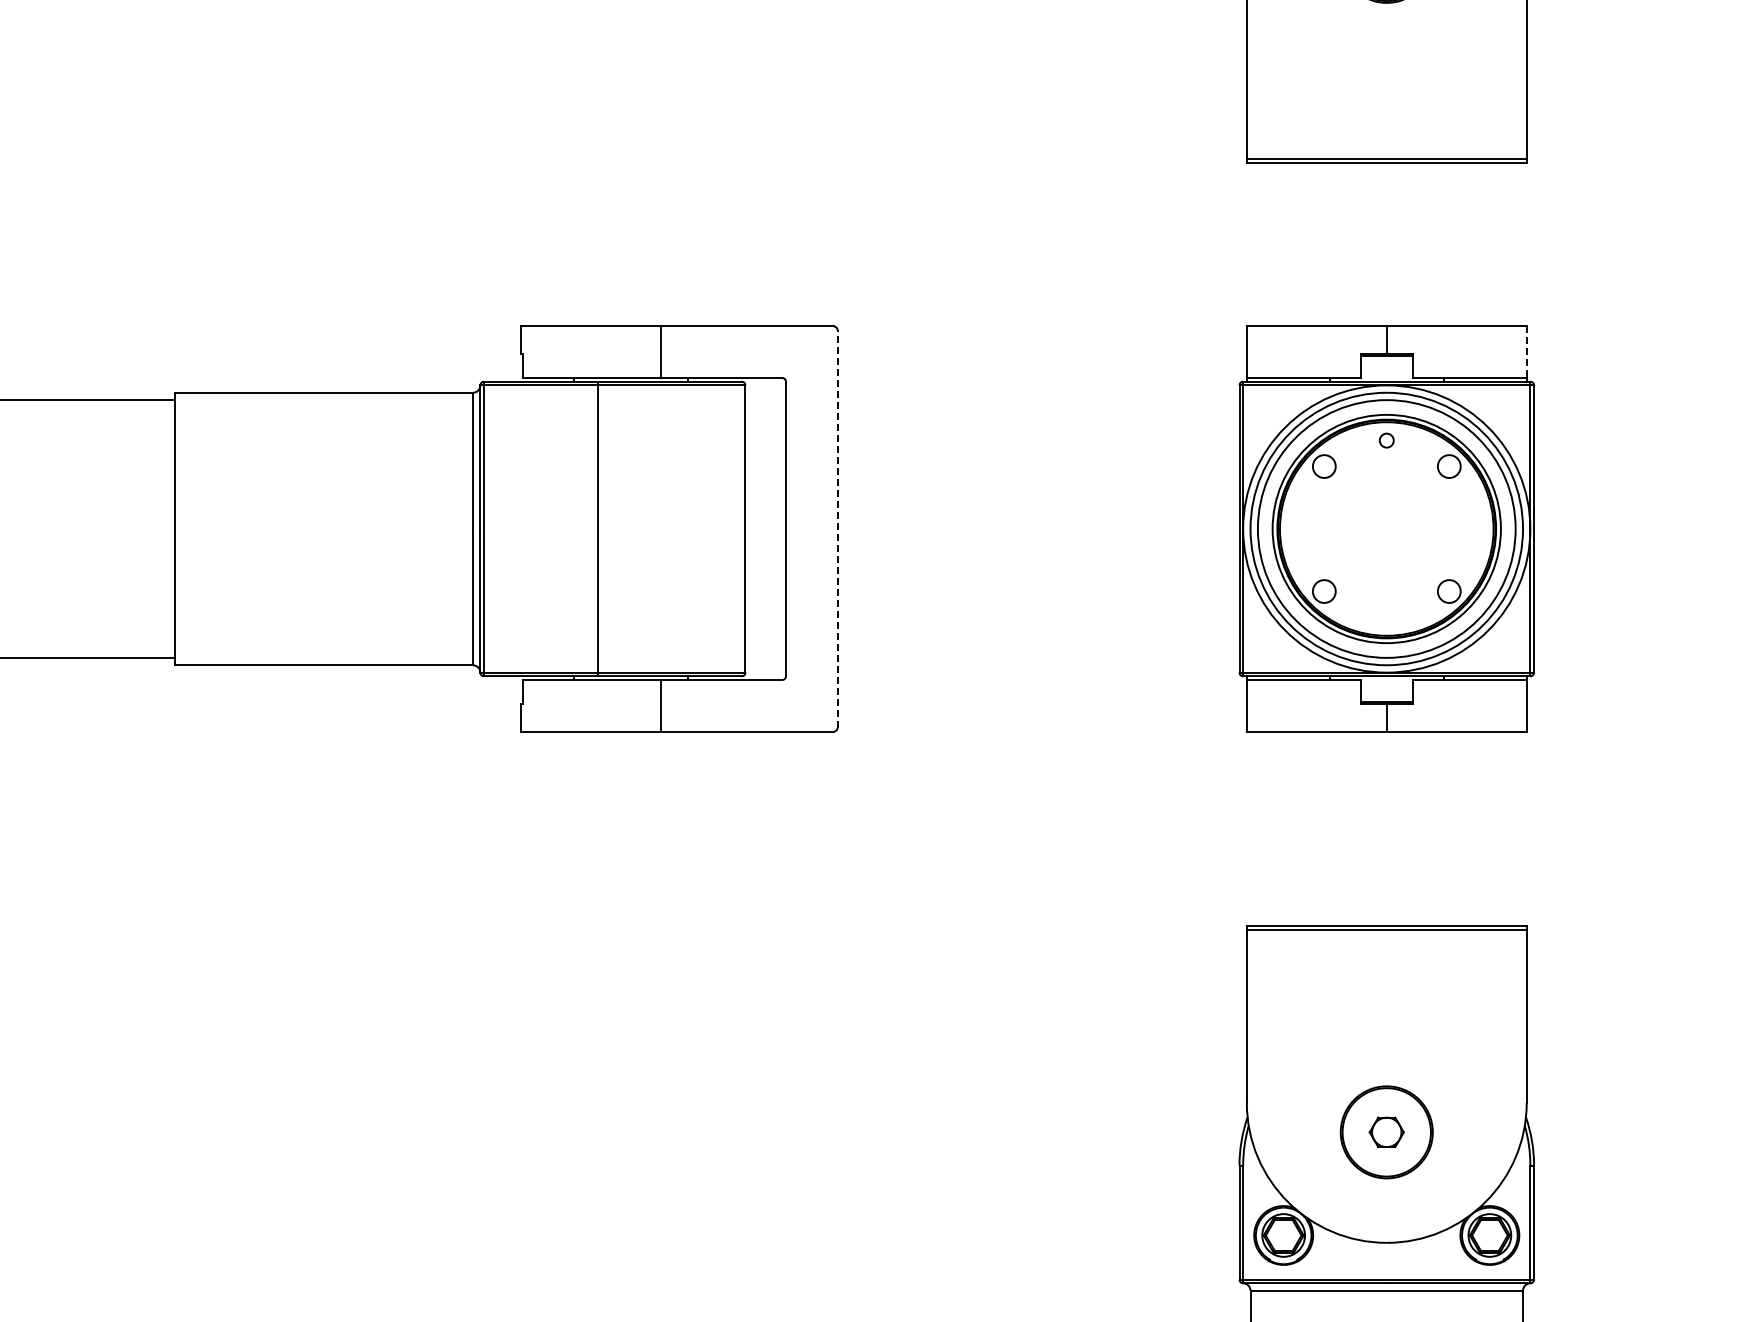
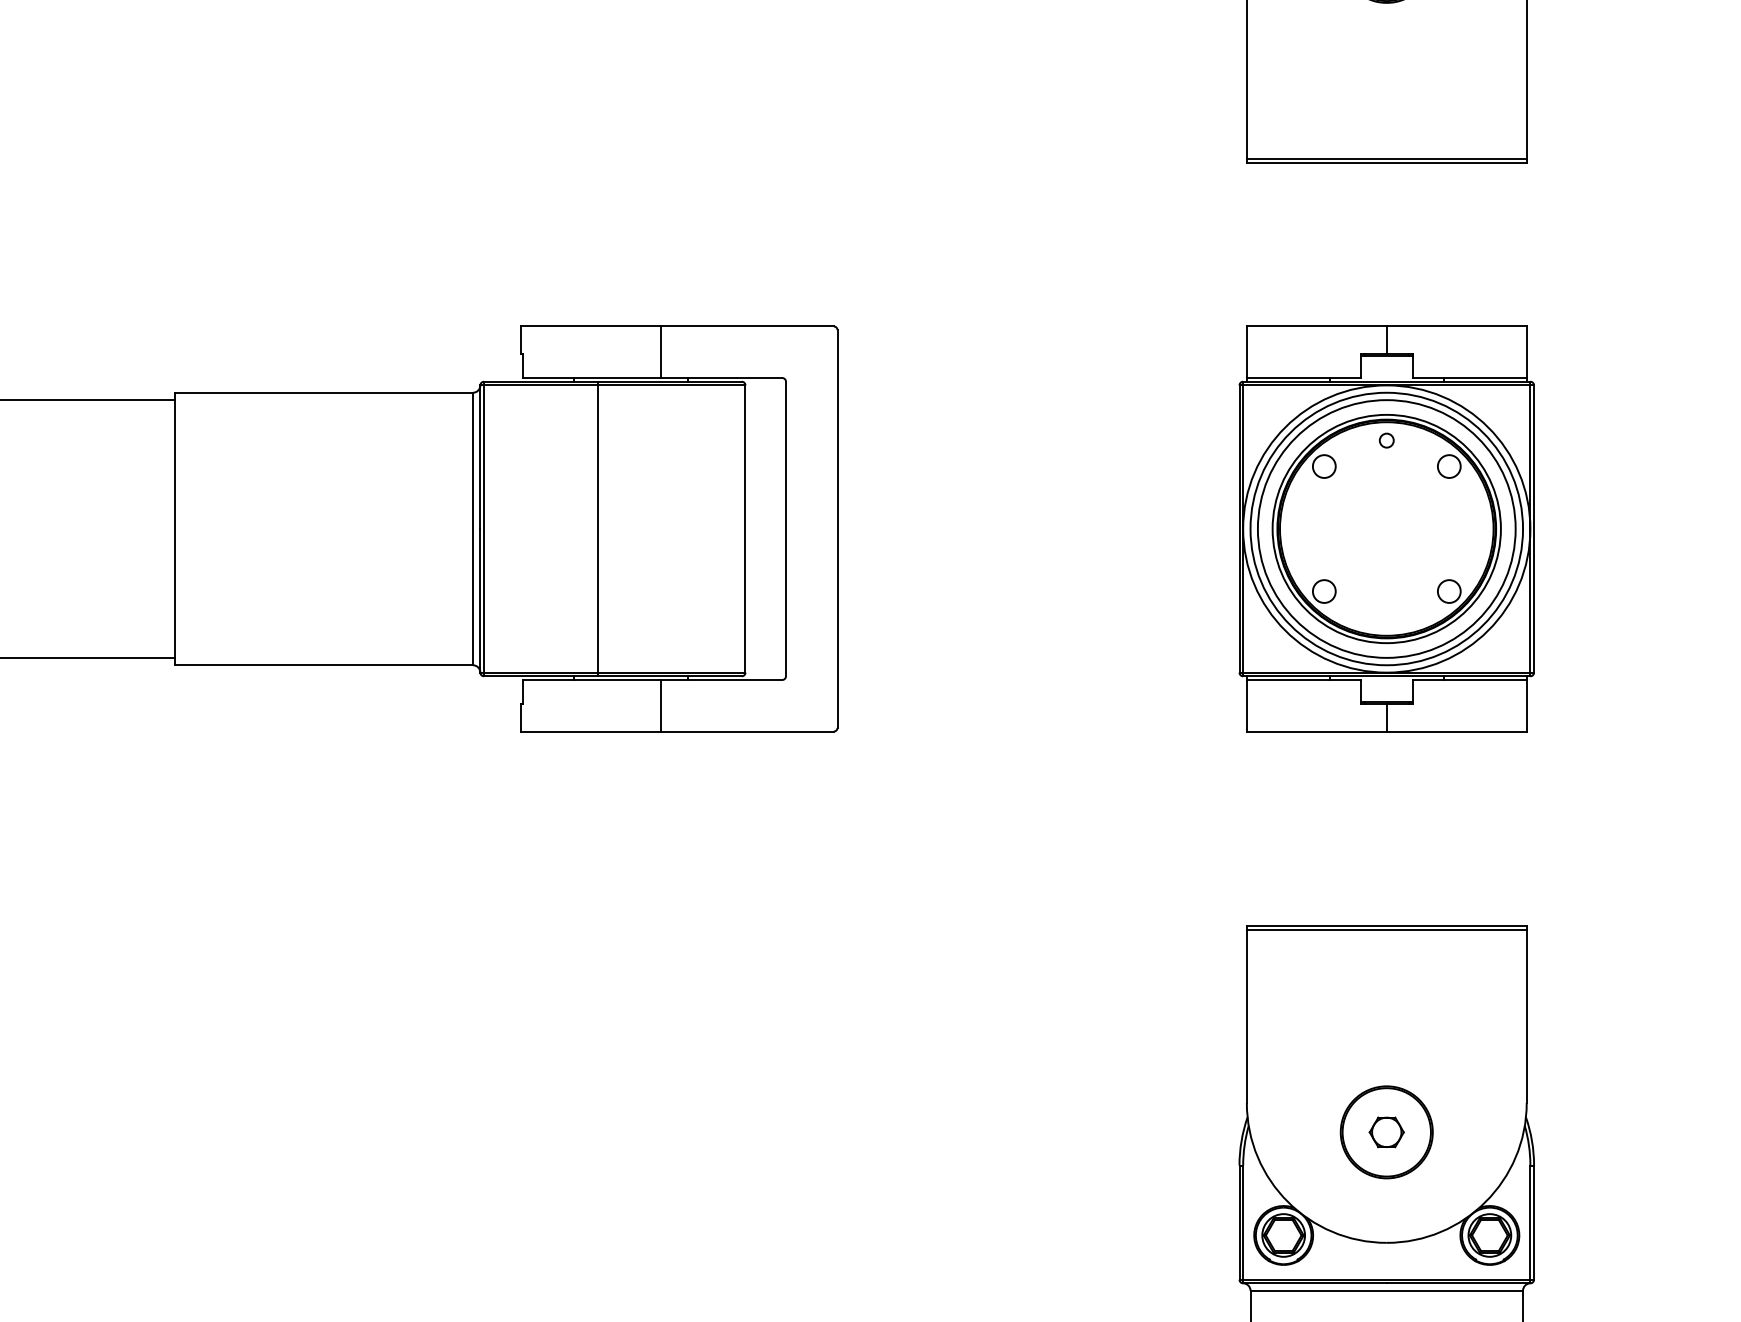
line at (1526, 352): dashed -> solid
line at (837, 529): dashed -> solid
